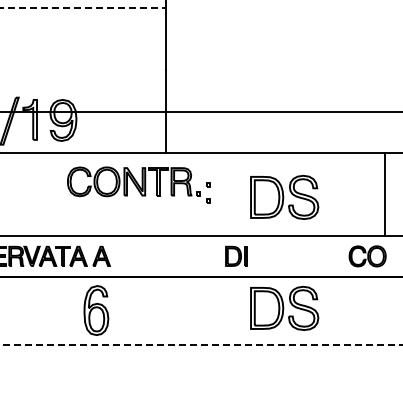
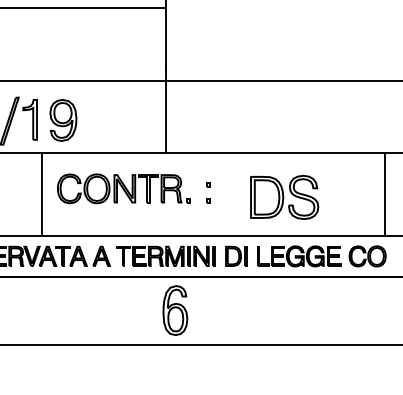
line at (83, 8): dashed -> solid
line at (200, 111) position: (200, 111) -> (200, 80)
part at (133, 181) position: (133, 181) -> (123, 188)
line at (42, 194): none -> present
part at (165, 255): none -> present
part at (299, 256): none -> present
part at (284, 307): present -> none
part at (96, 310) position: (96, 310) -> (175, 310)
line at (201, 345): dashed -> solid
